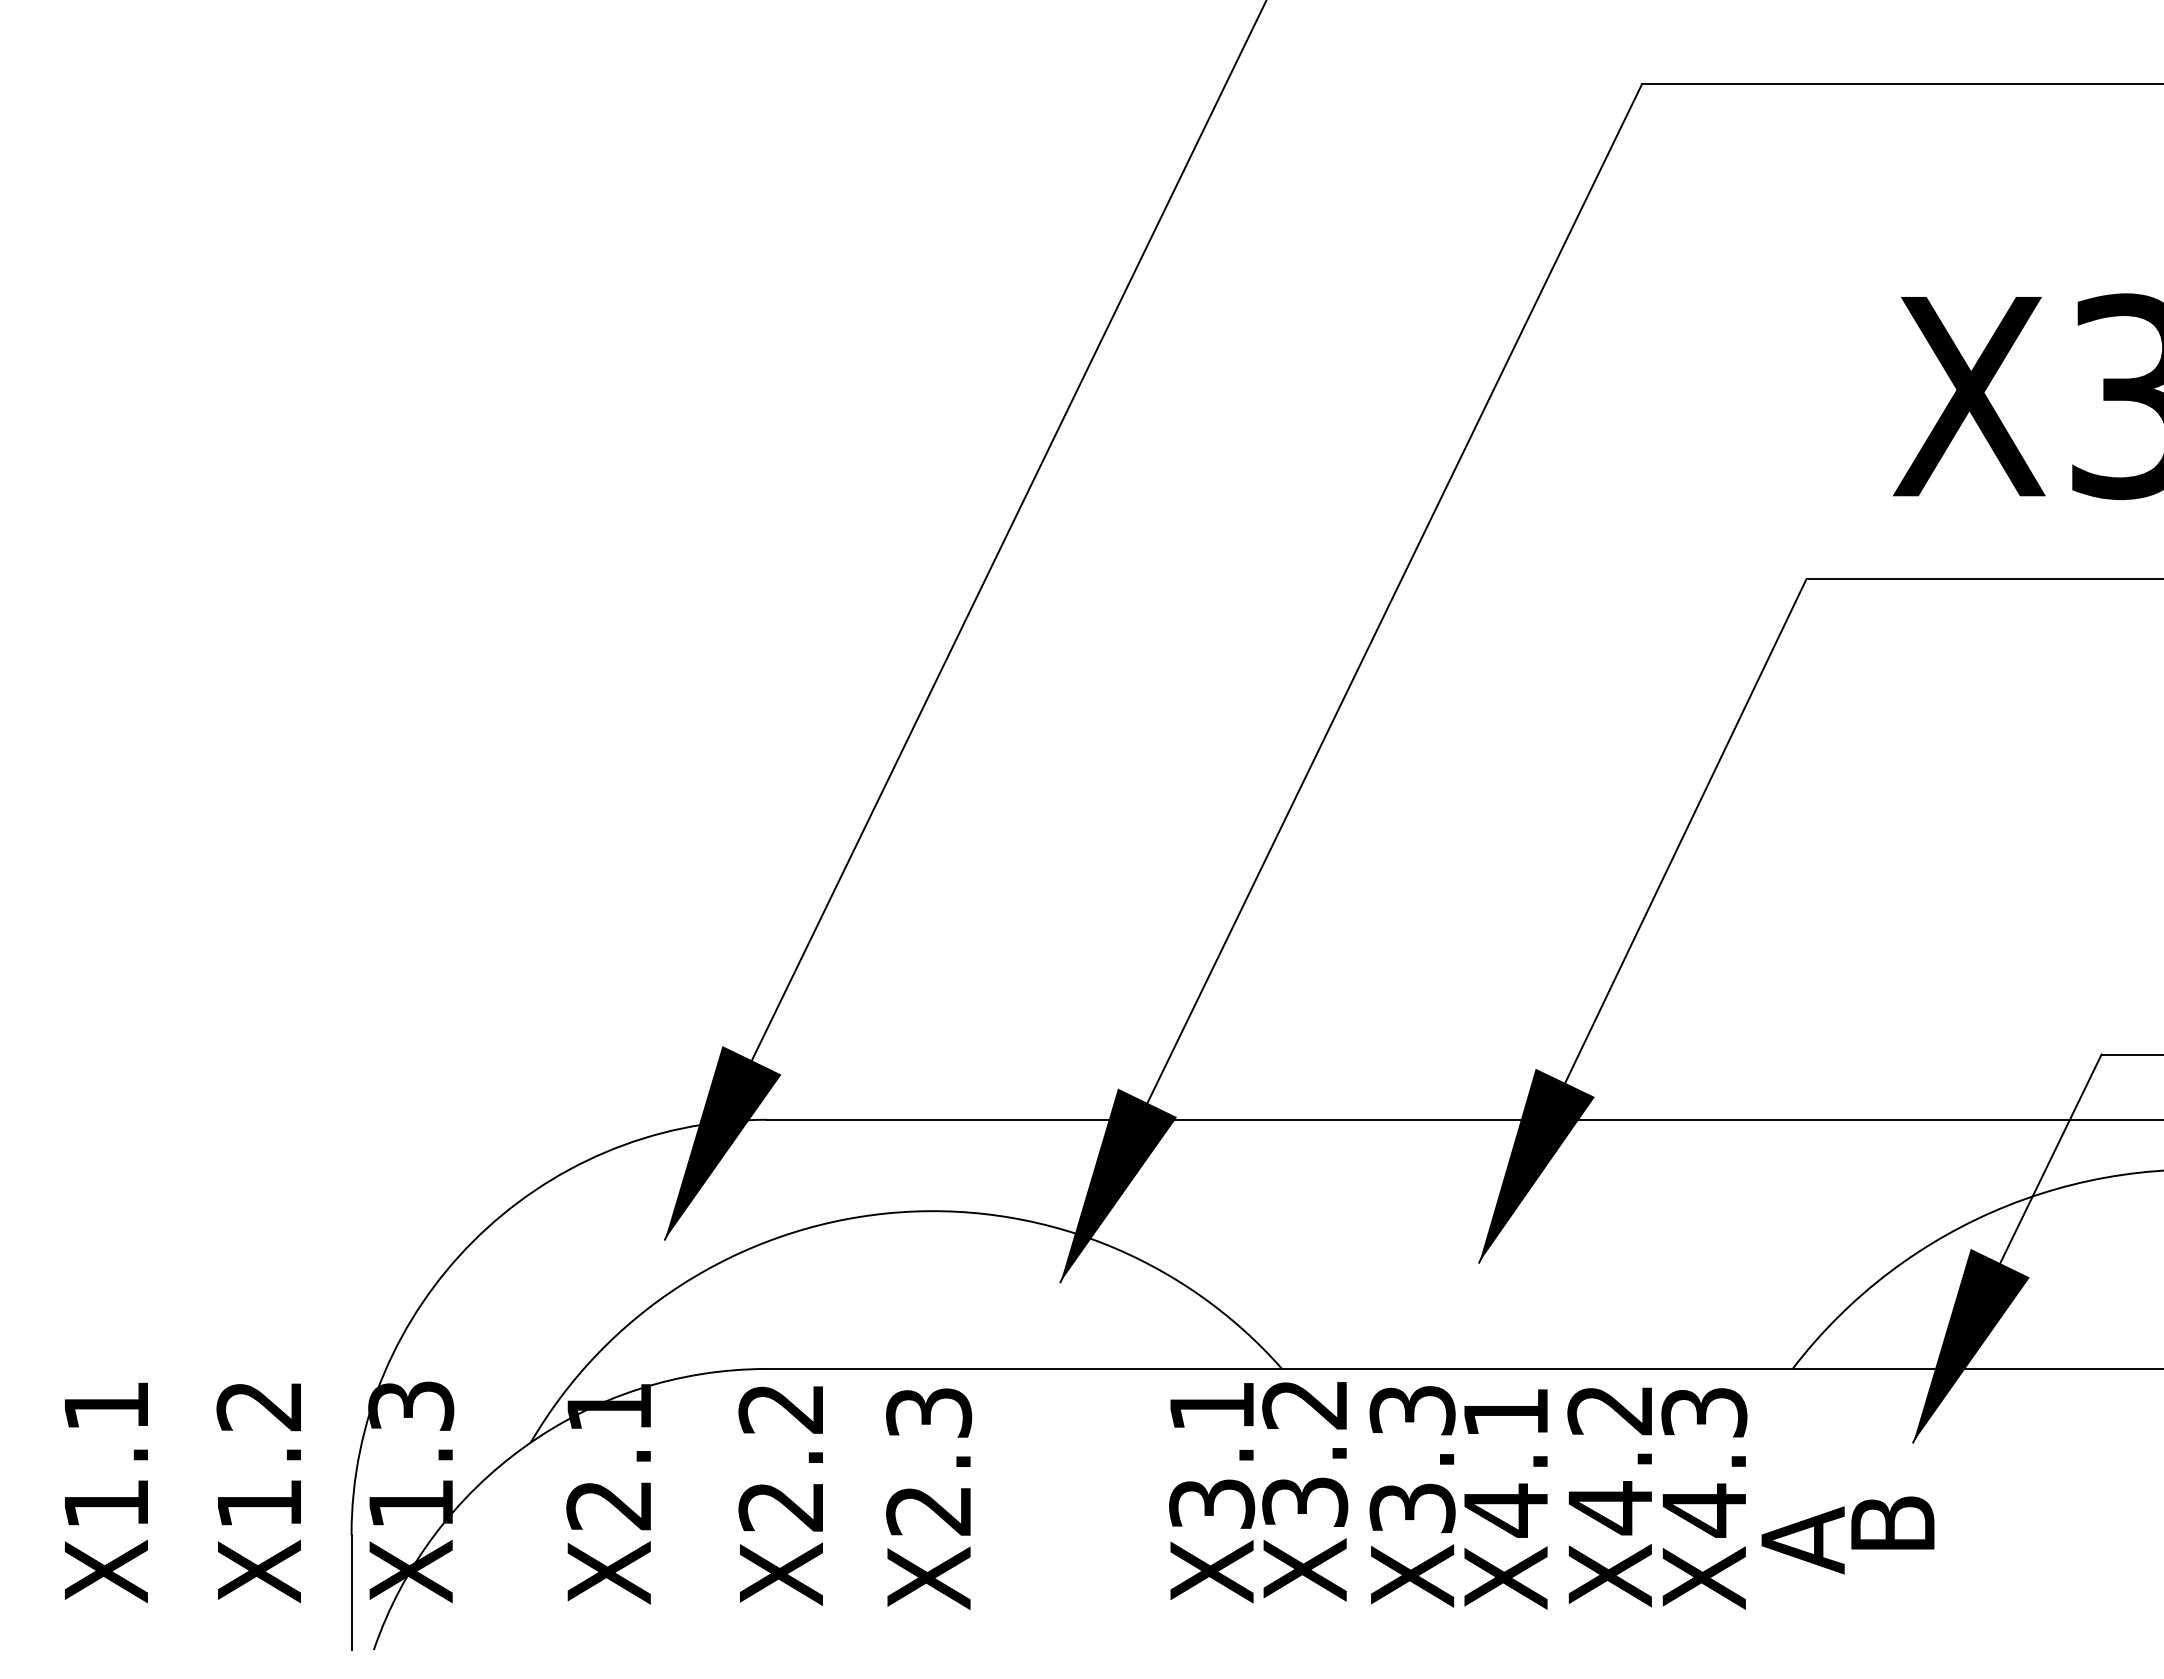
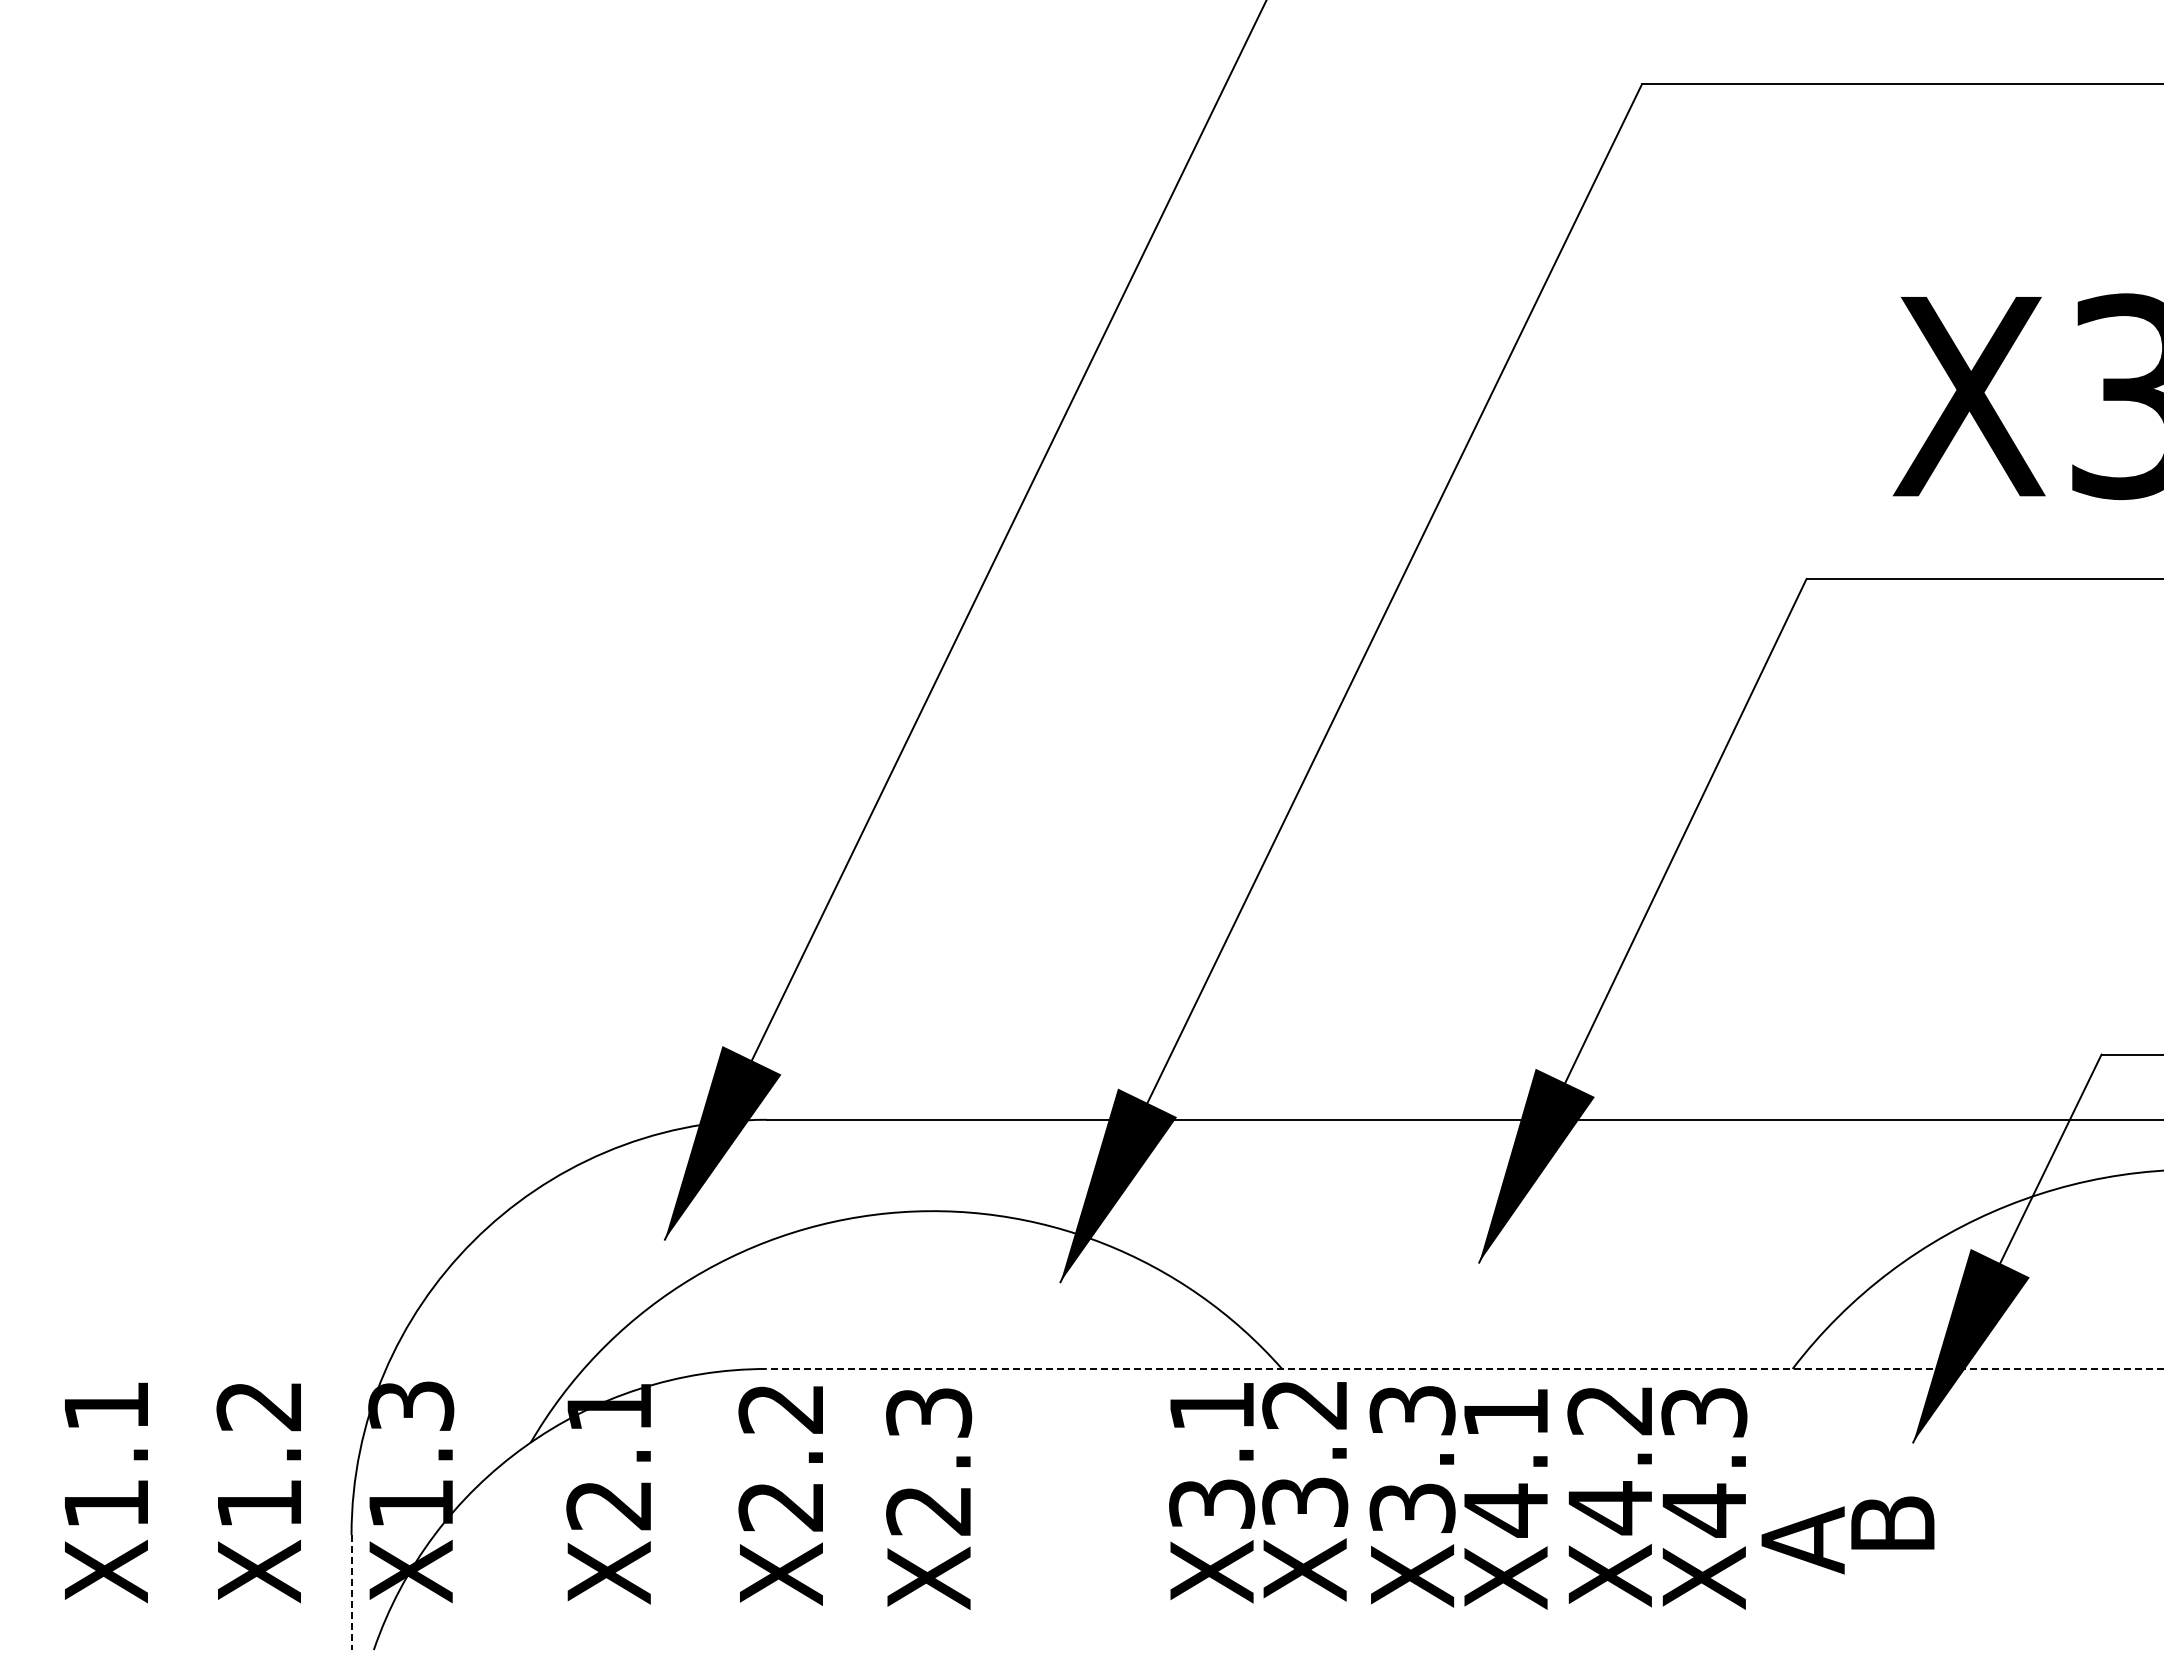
line at (1464, 1368): solid -> dashed
line at (351, 1593): solid -> dashed
